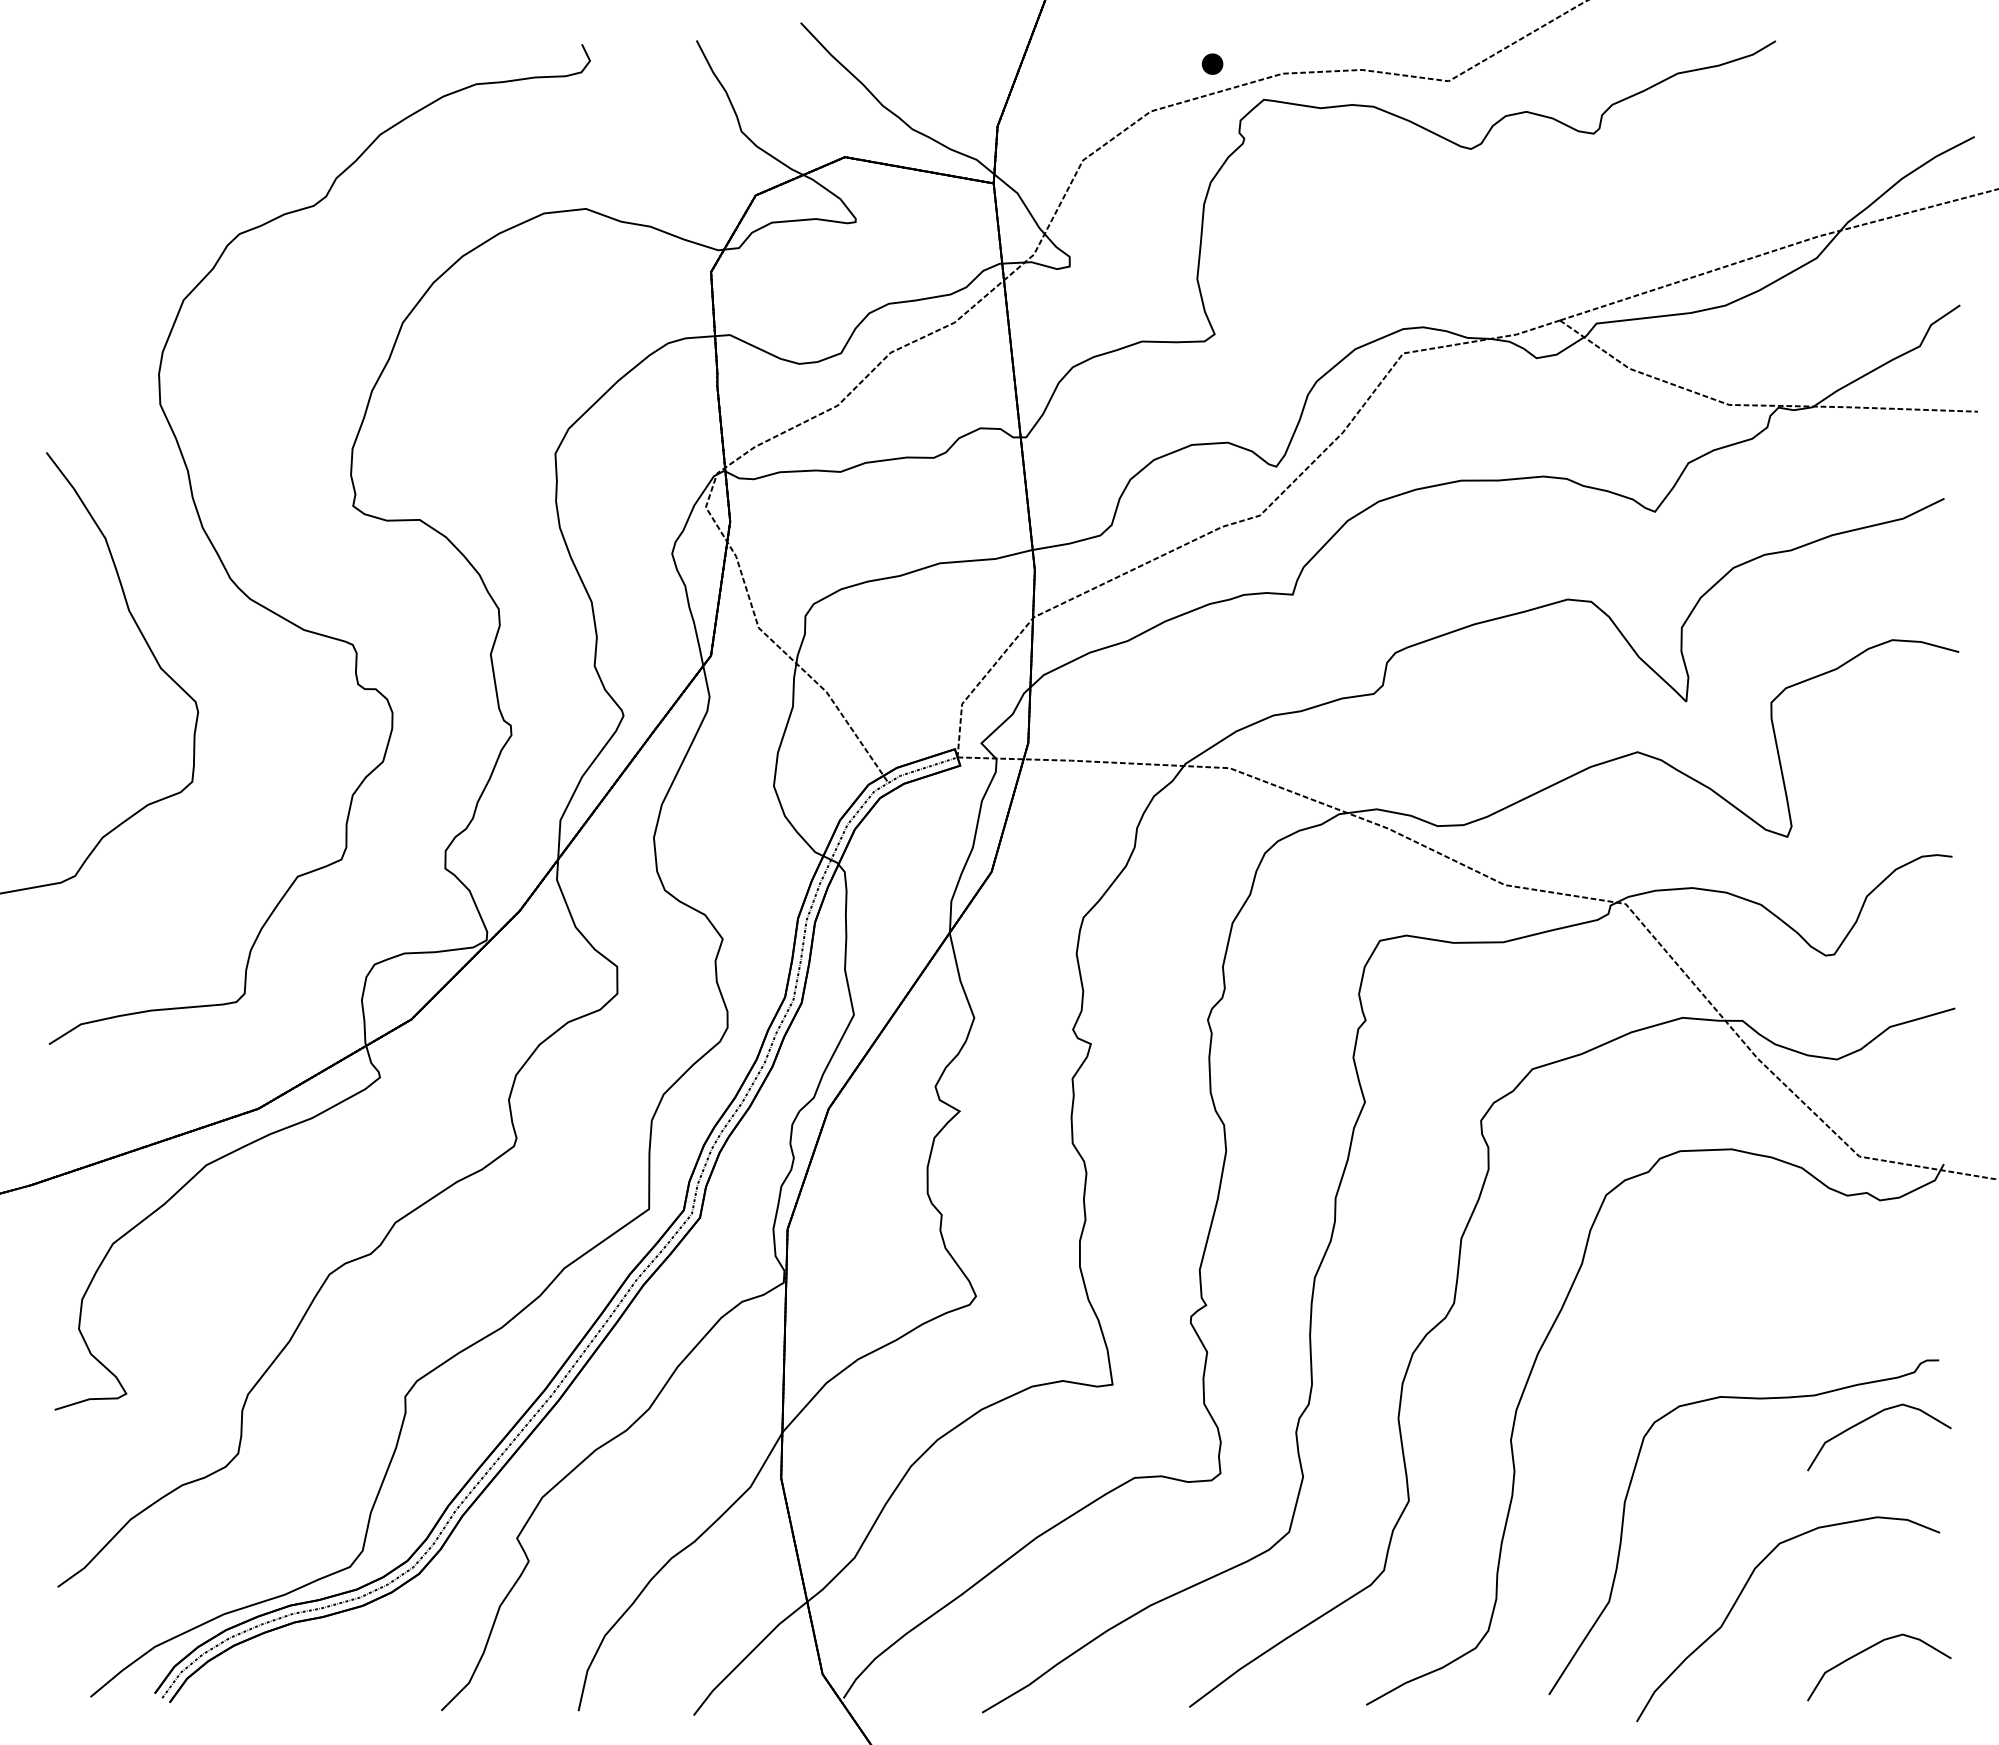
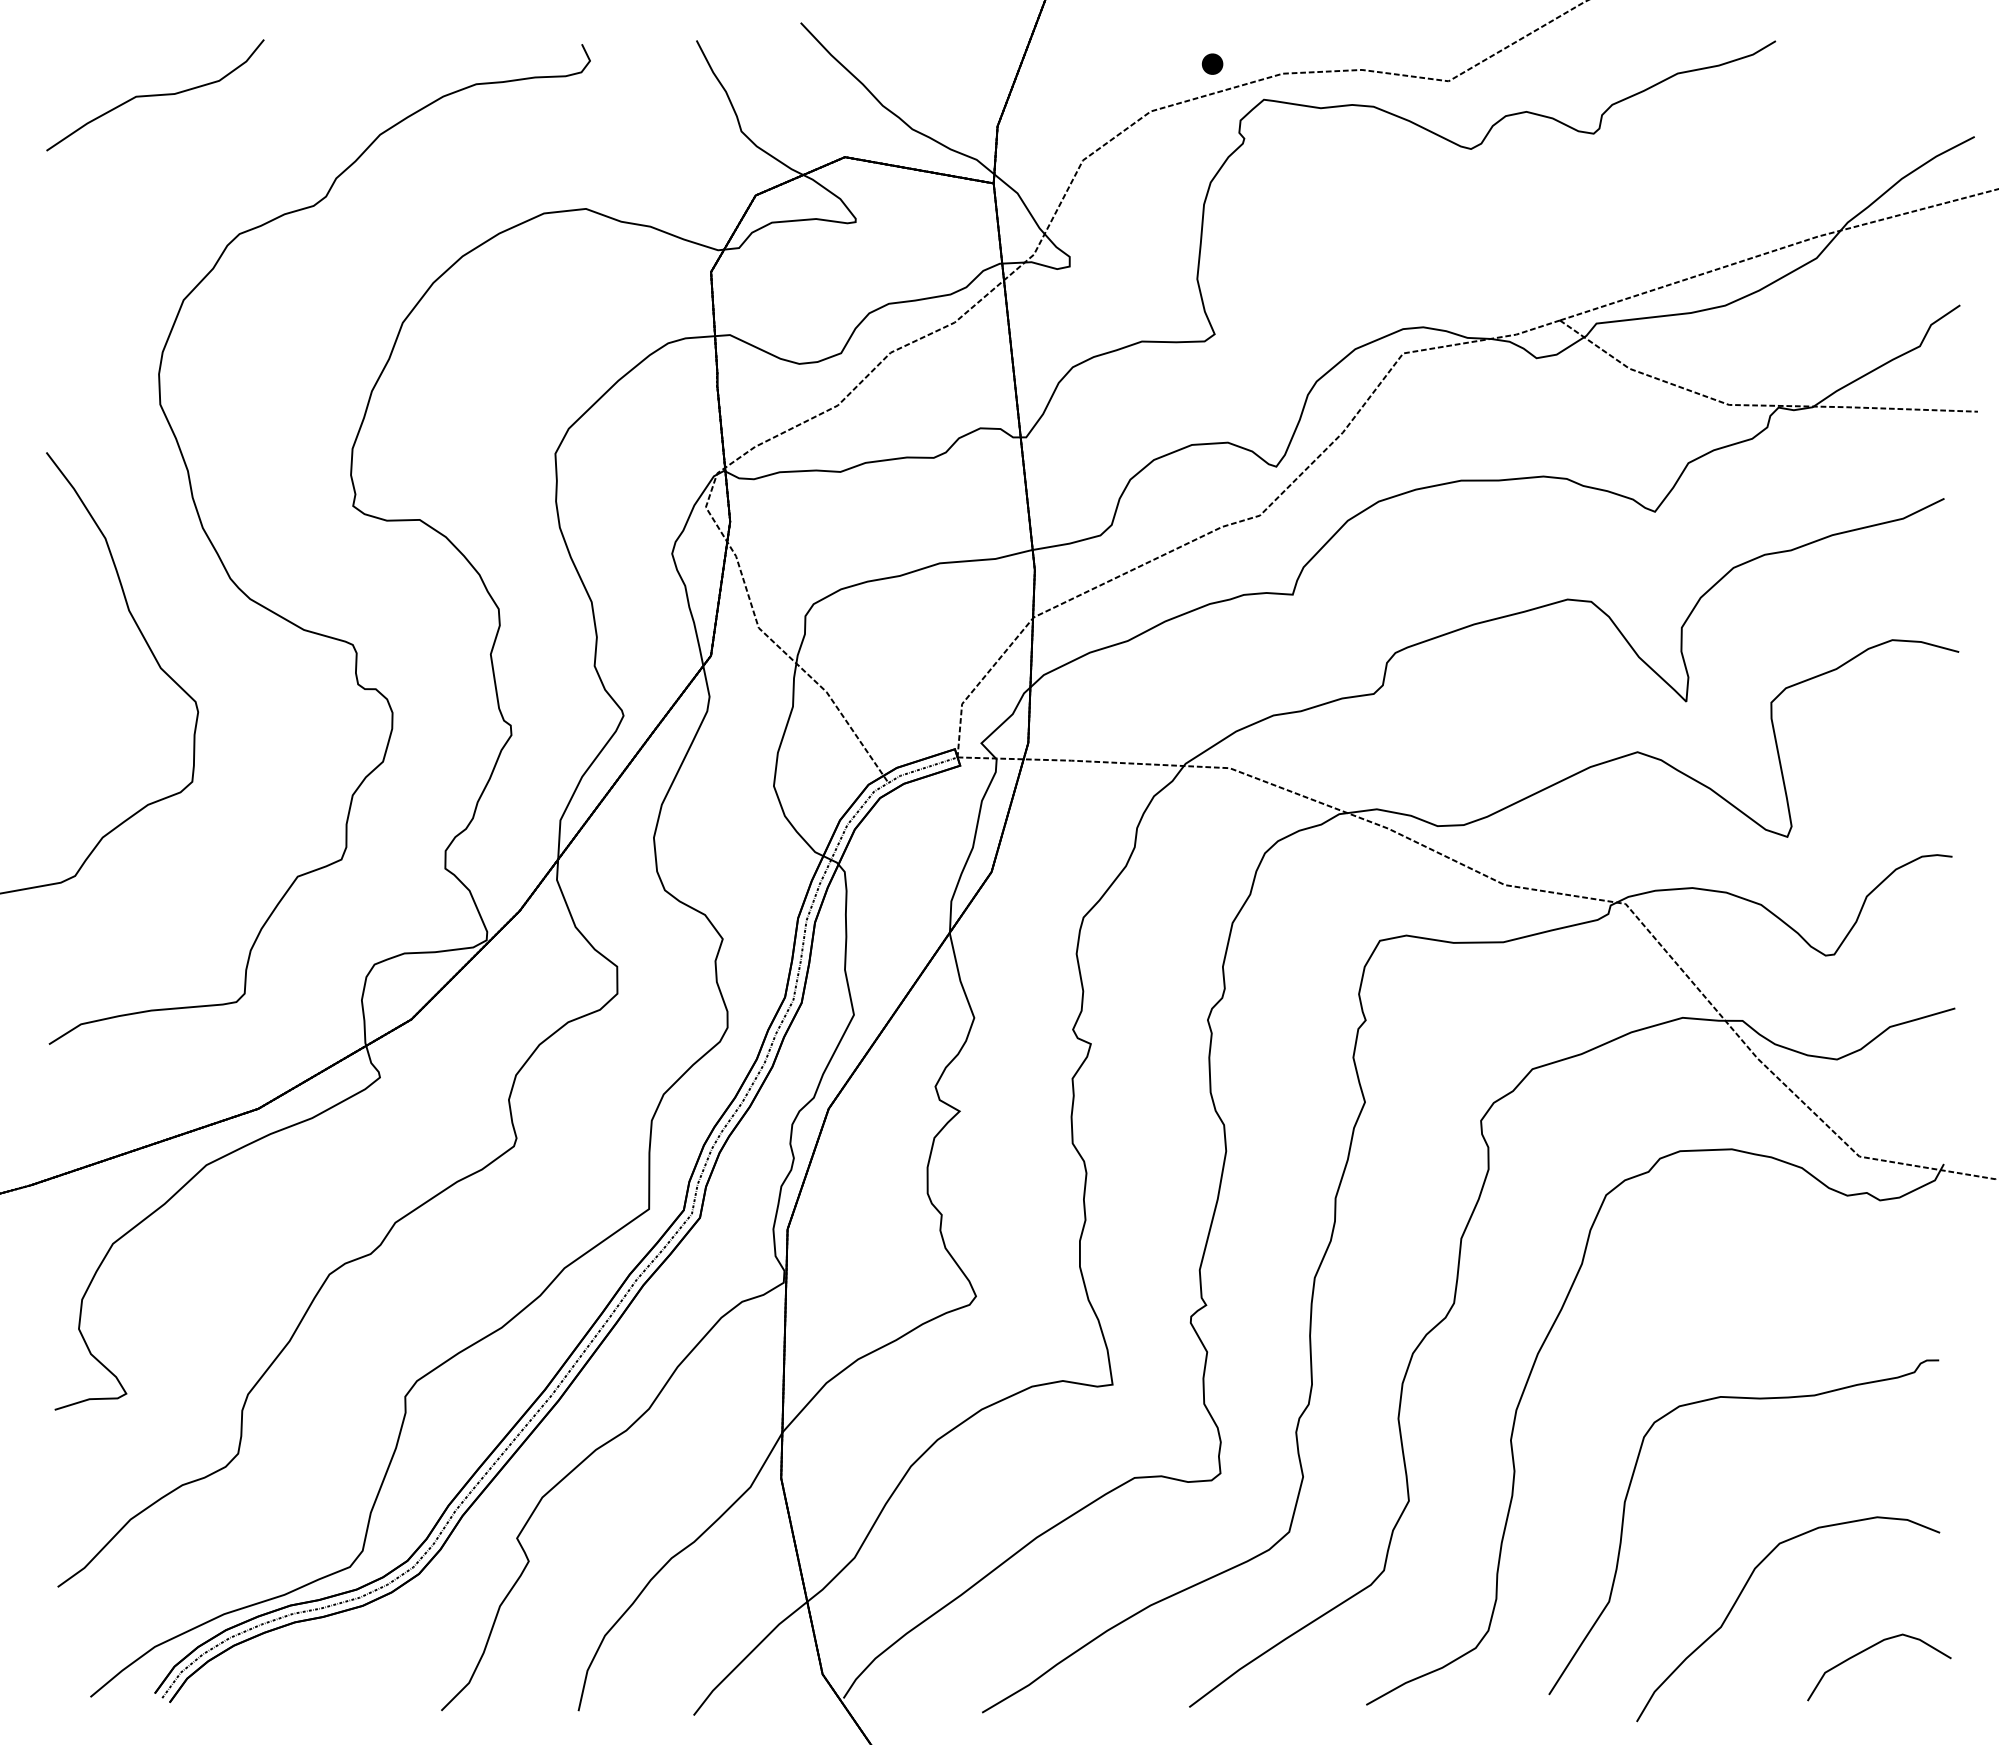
curve at (155, 95): none -> present
part at (1870, 1418): present -> none
